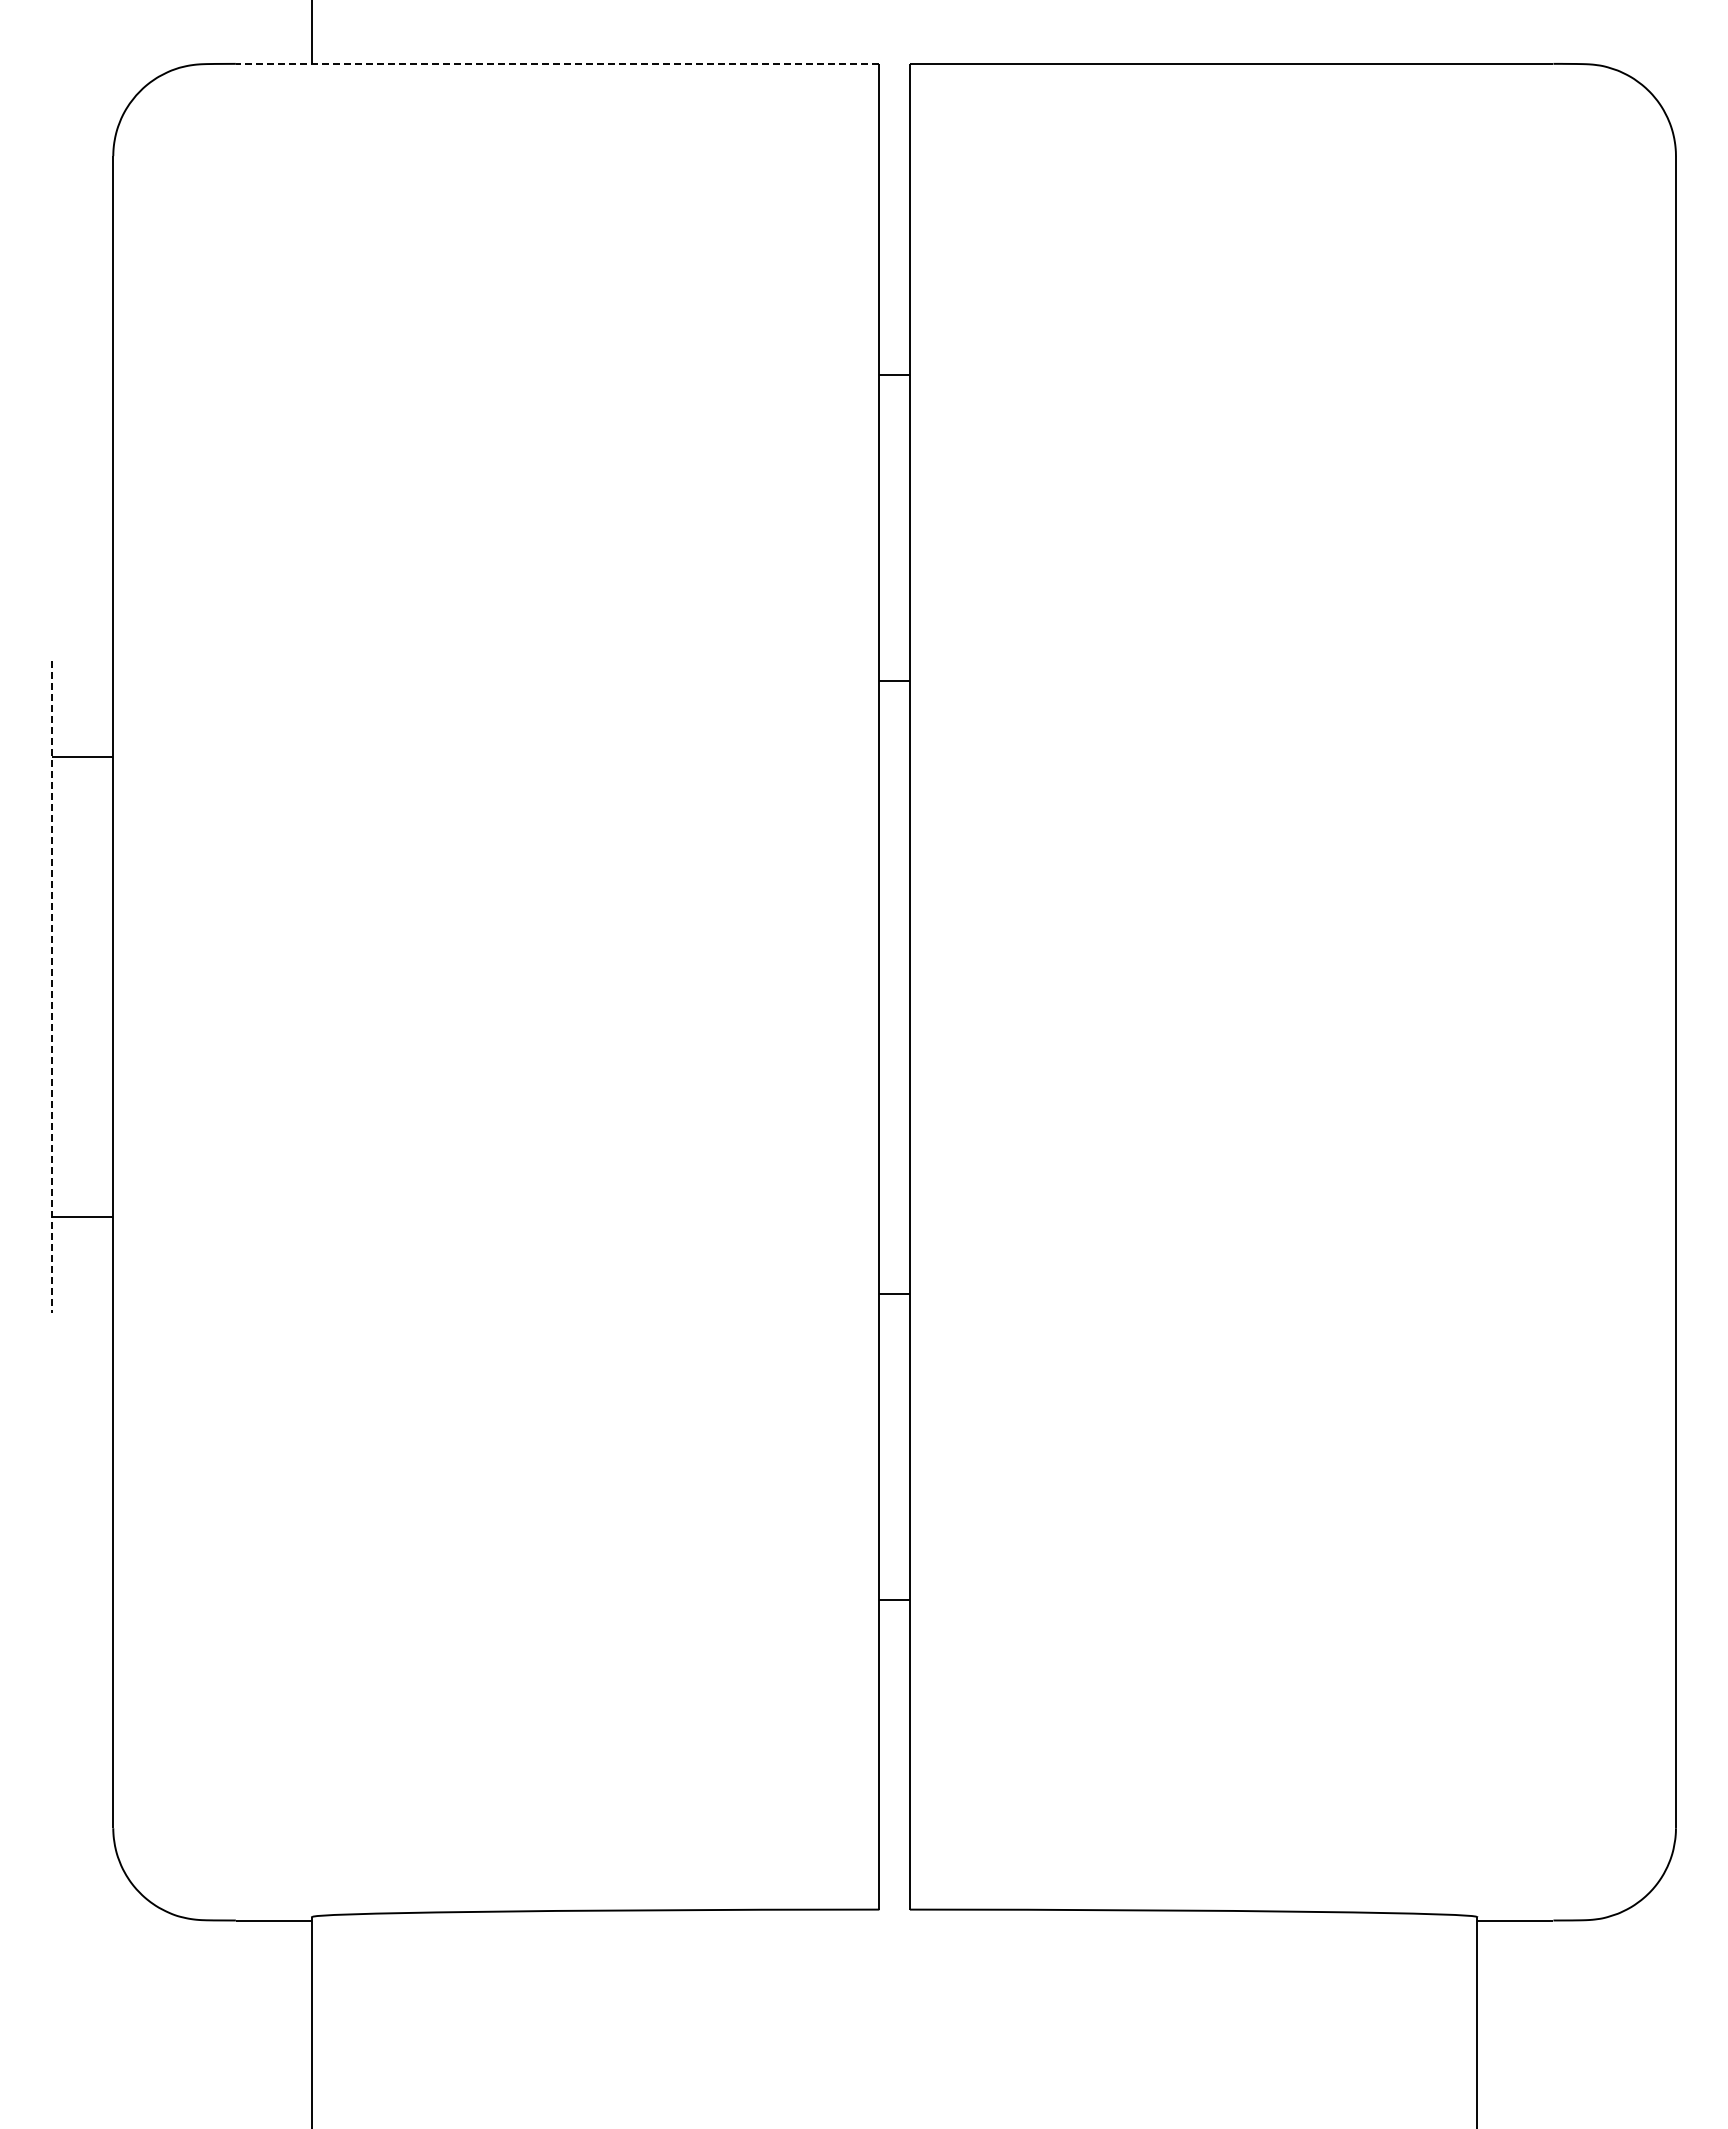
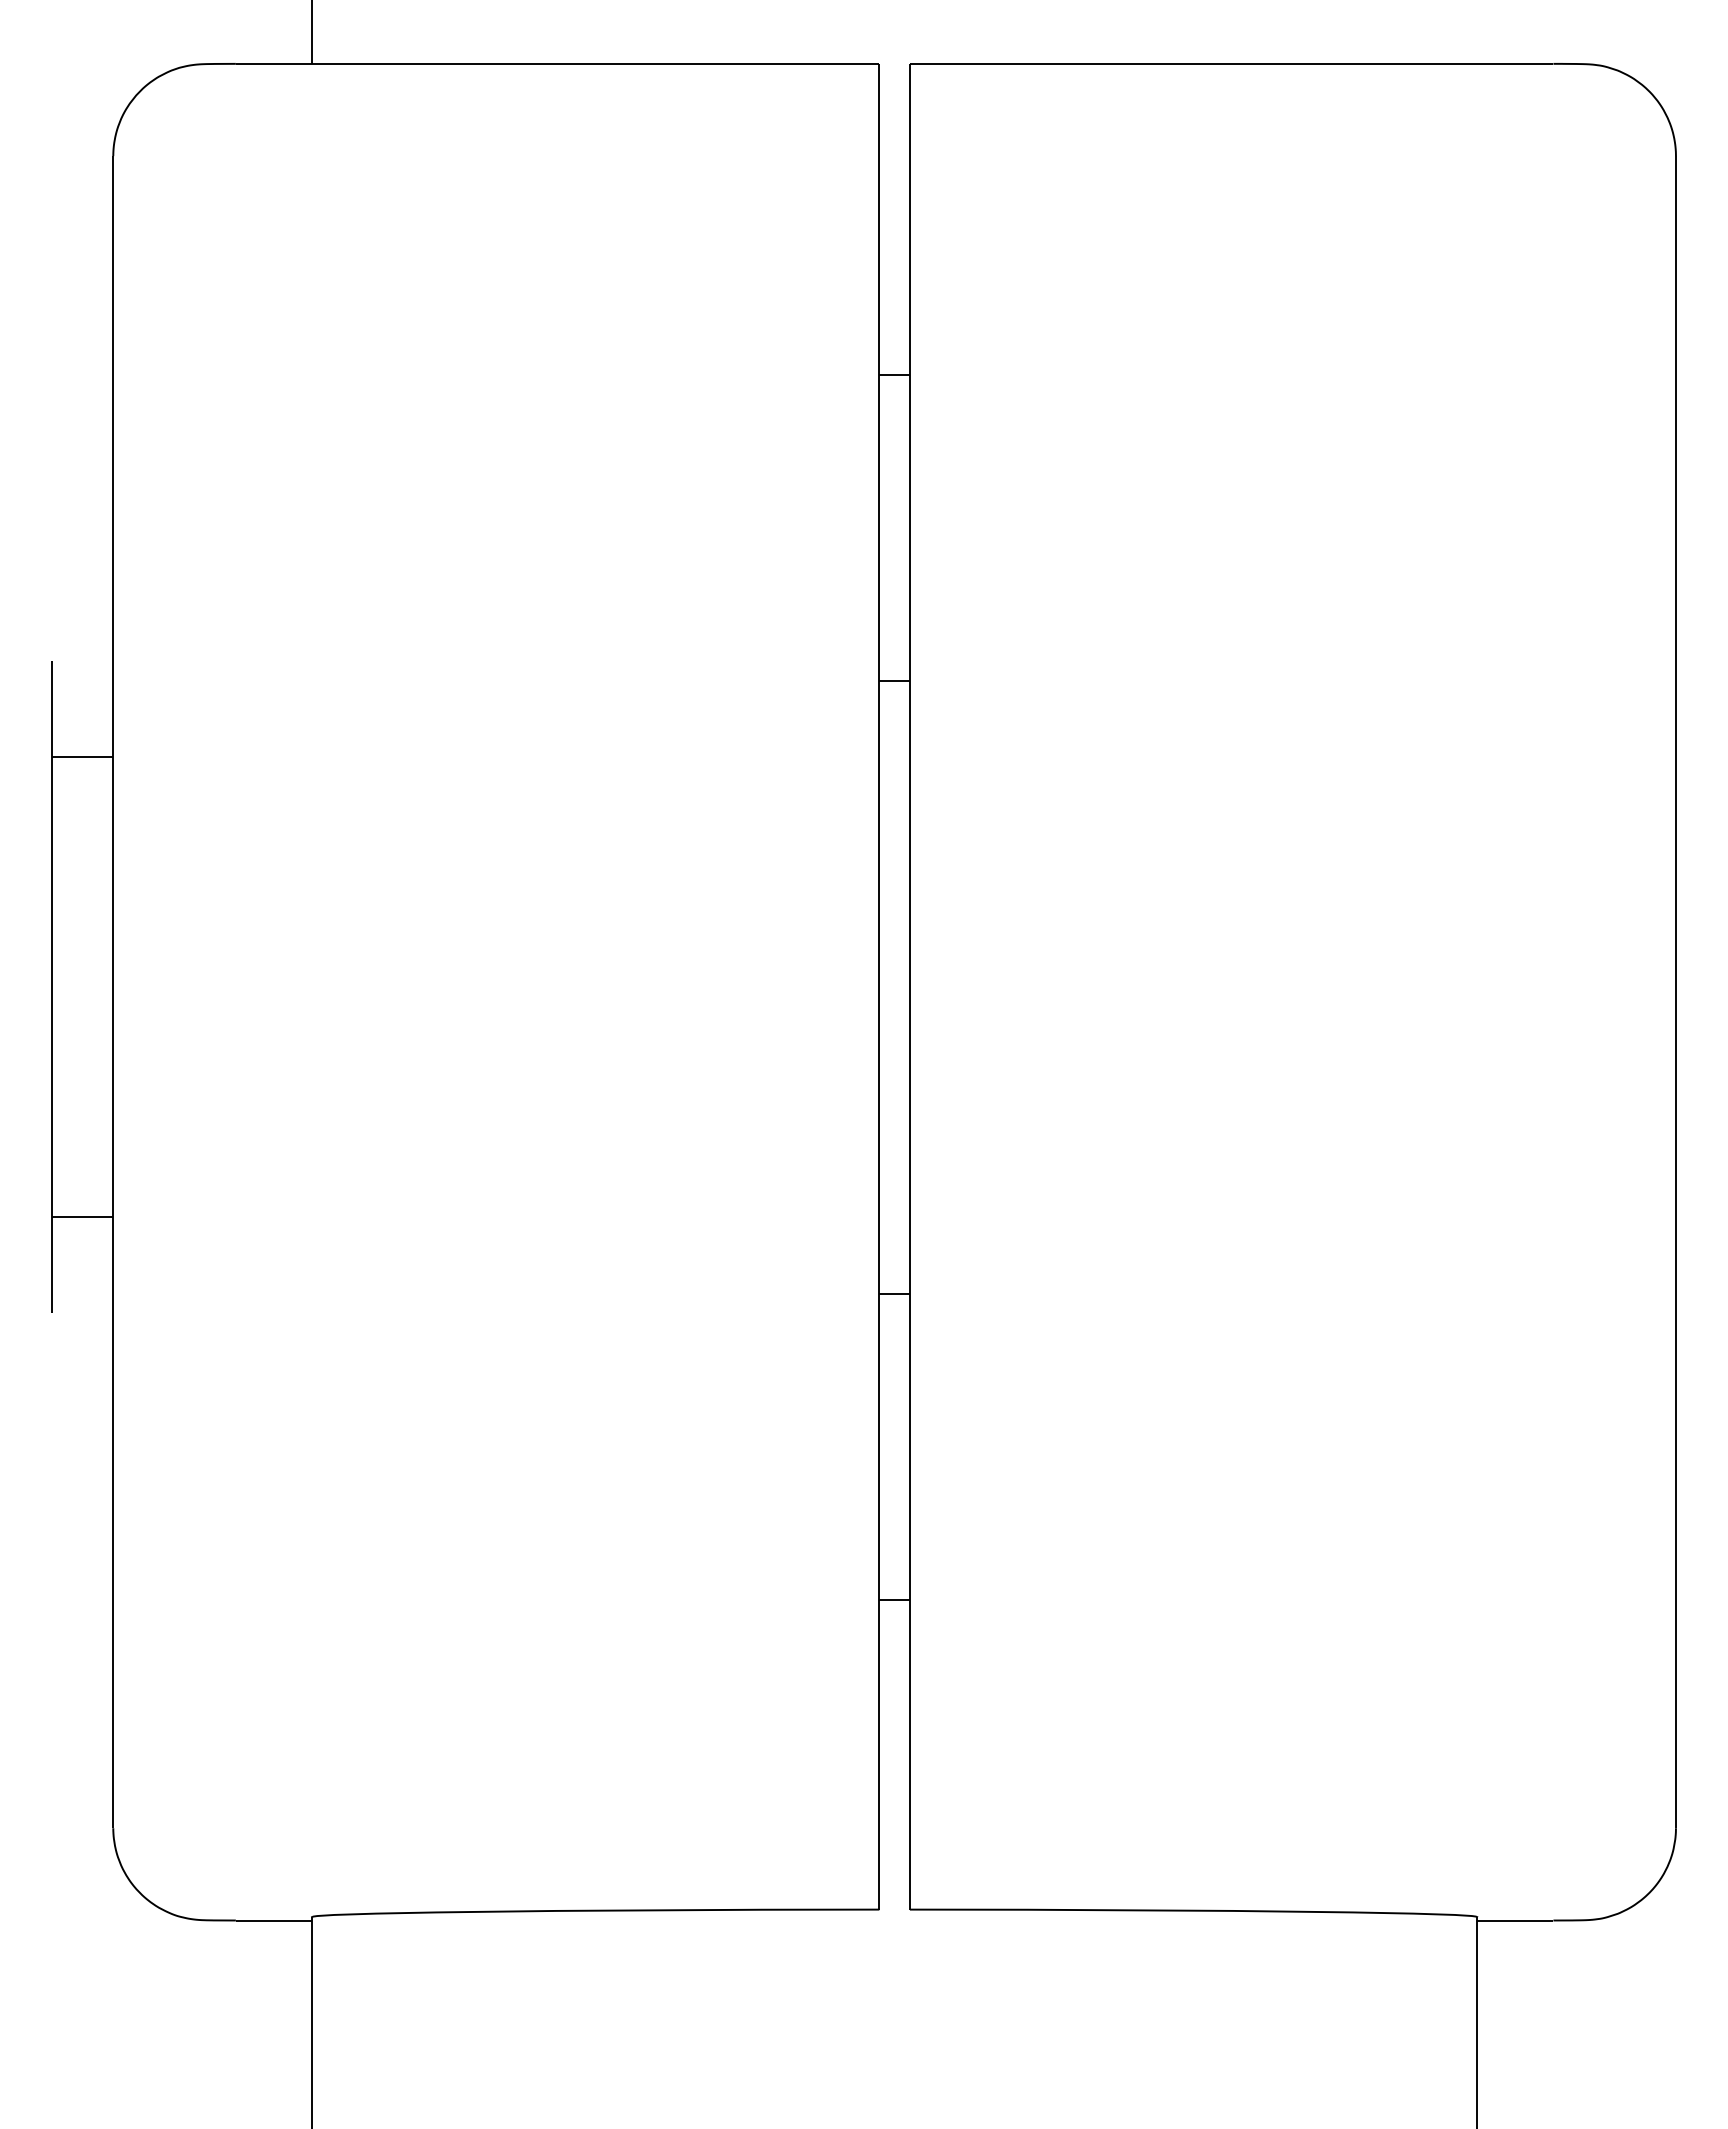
line at (557, 63): dashed -> solid
line at (52, 987): dashed -> solid
